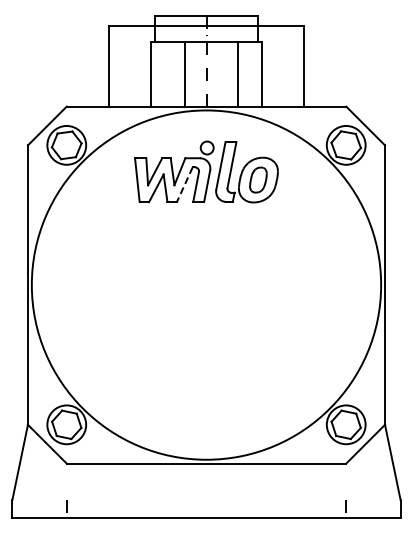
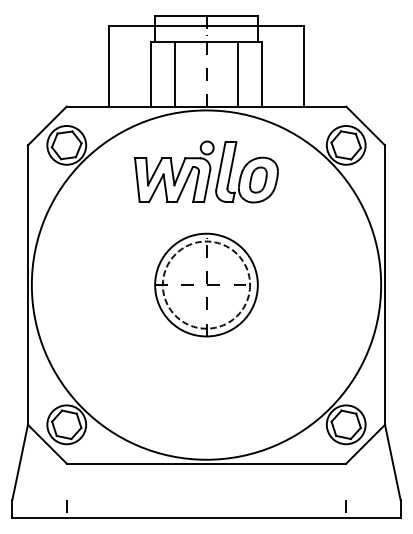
line at (185, 73) position: (185, 73) -> (175, 73)
line at (184, 184): dashed -> solid
part at (206, 284): none -> present
